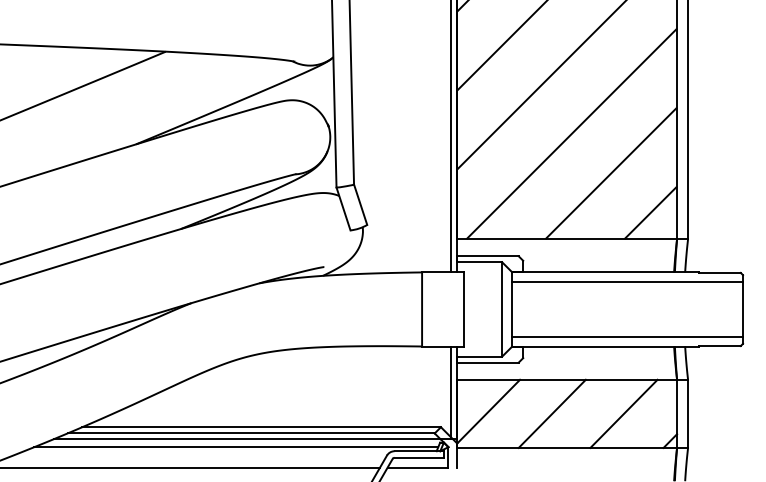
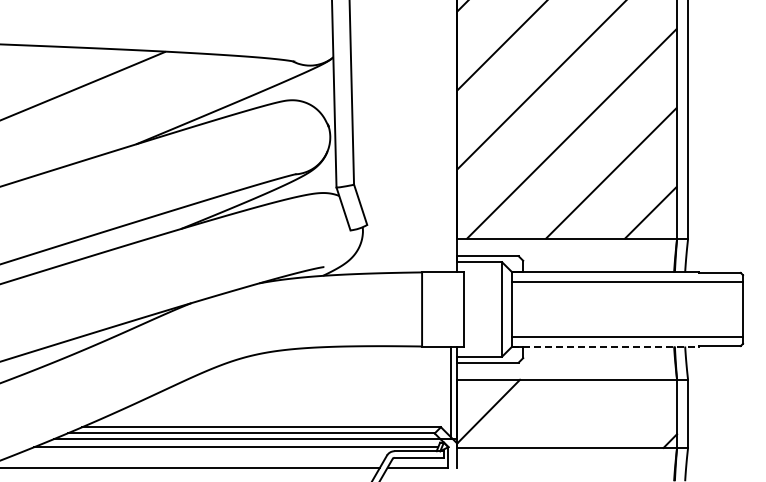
line at (450, 137): present -> none
line at (606, 346): solid -> dashed
line at (551, 413): present -> none
line at (623, 413): present -> none
